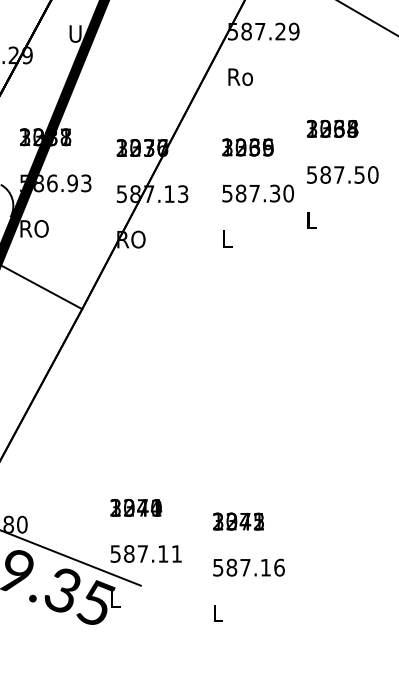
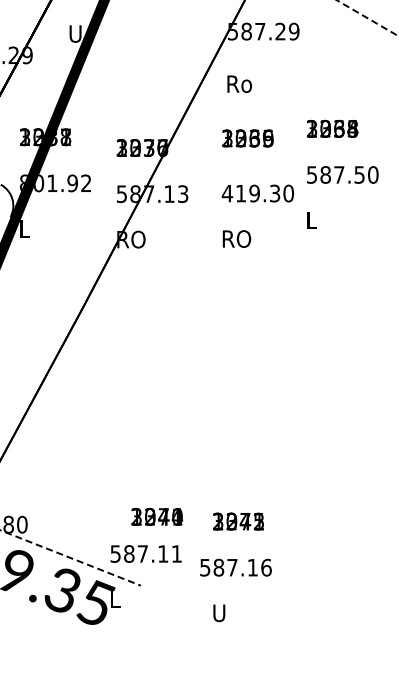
line at (367, 18): solid -> dashed
text at (240, 76) position: (240, 76) -> (239, 83)
text at (247, 147) position: (247, 147) -> (247, 138)
text at (55, 183): 586.93 -> 801.92
text at (240, 193): 587.30 -> 419.30
text at (34, 228): RO -> L
text at (236, 238): L -> RO
line at (42, 287): present -> none
text at (136, 507) position: (136, 507) -> (157, 516)
line at (71, 558): solid -> dashed
text at (248, 567) position: (248, 567) -> (235, 567)
text at (219, 613): L -> U
